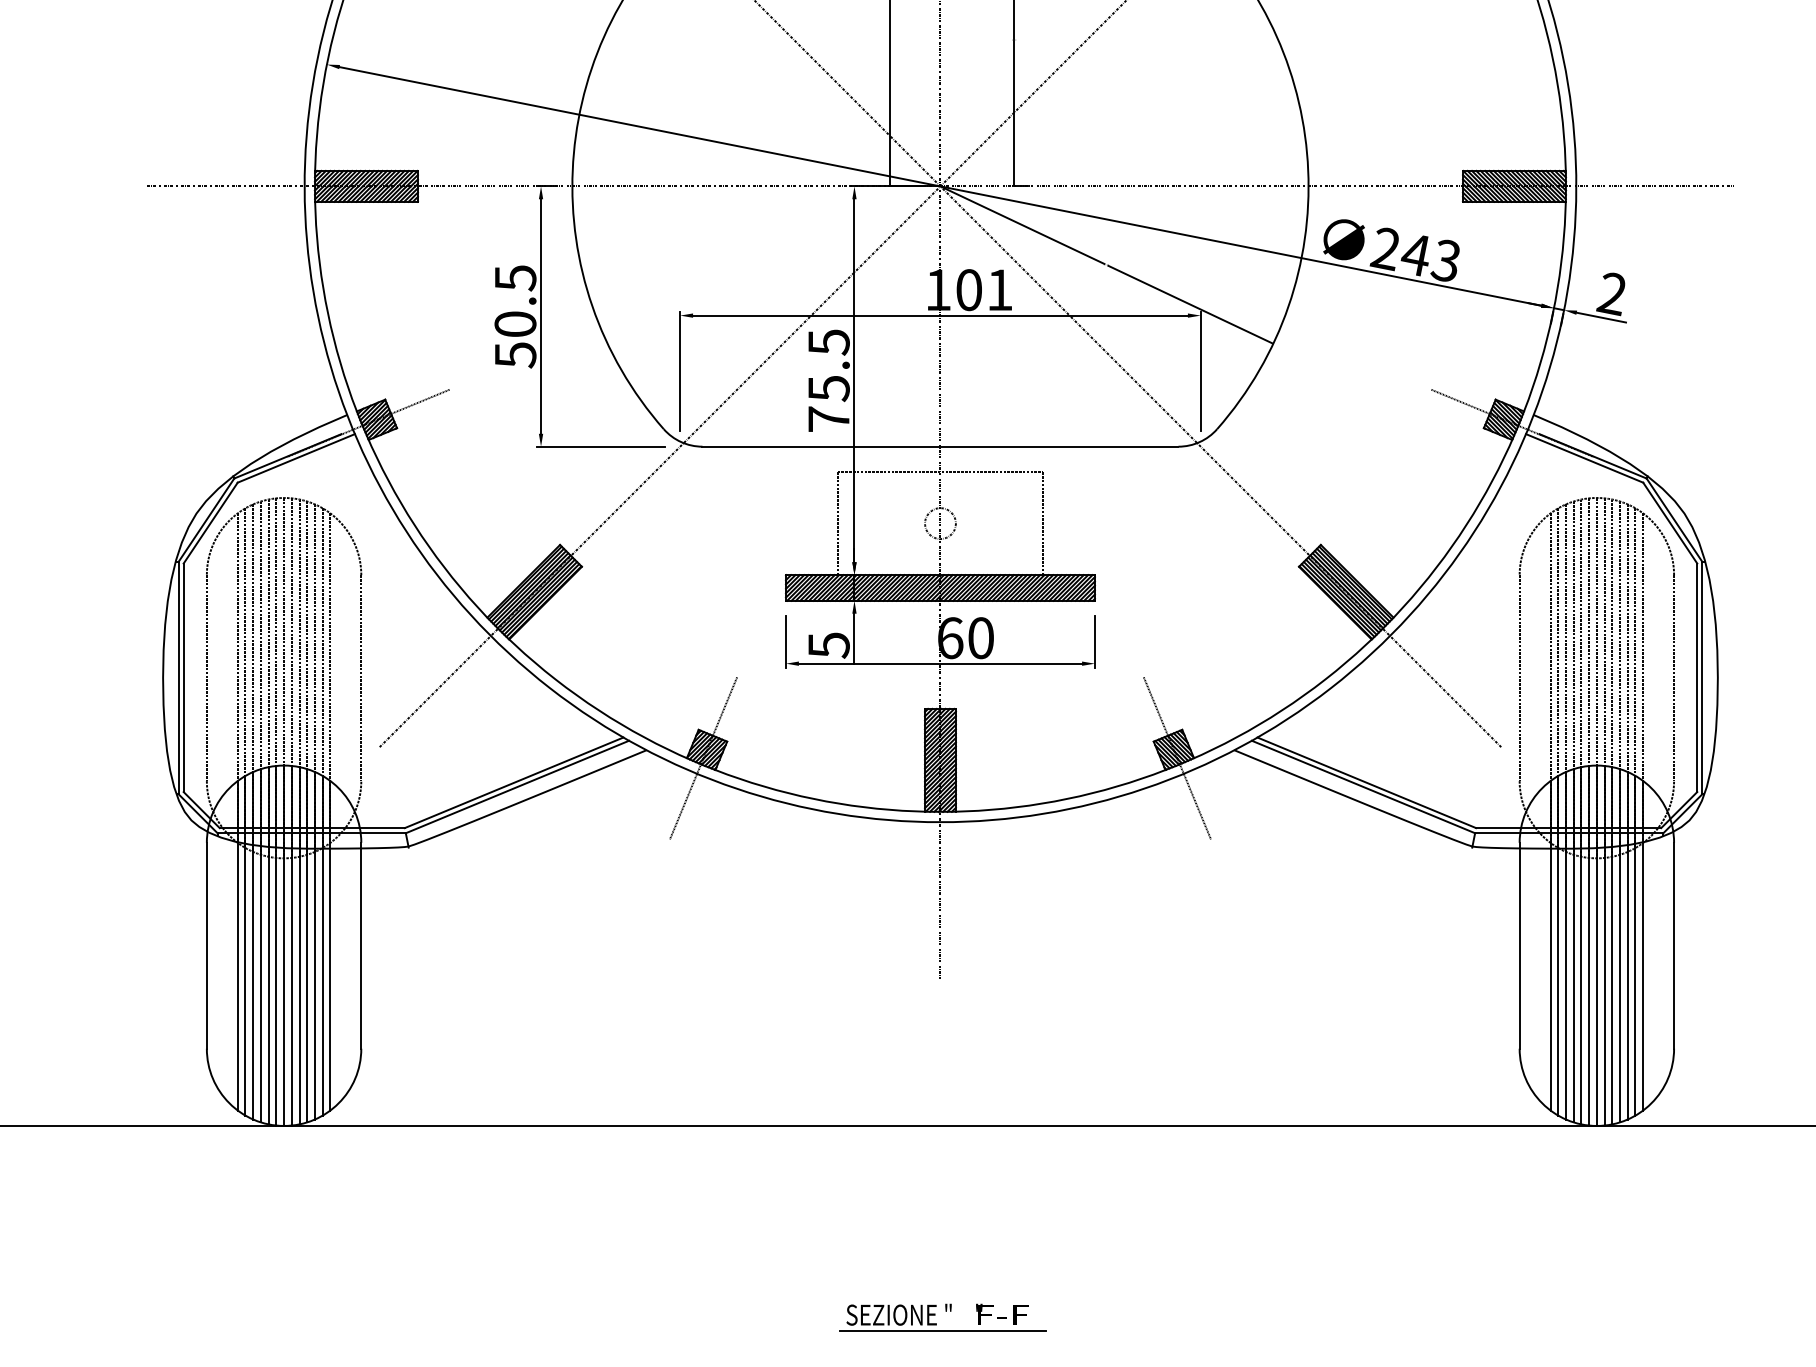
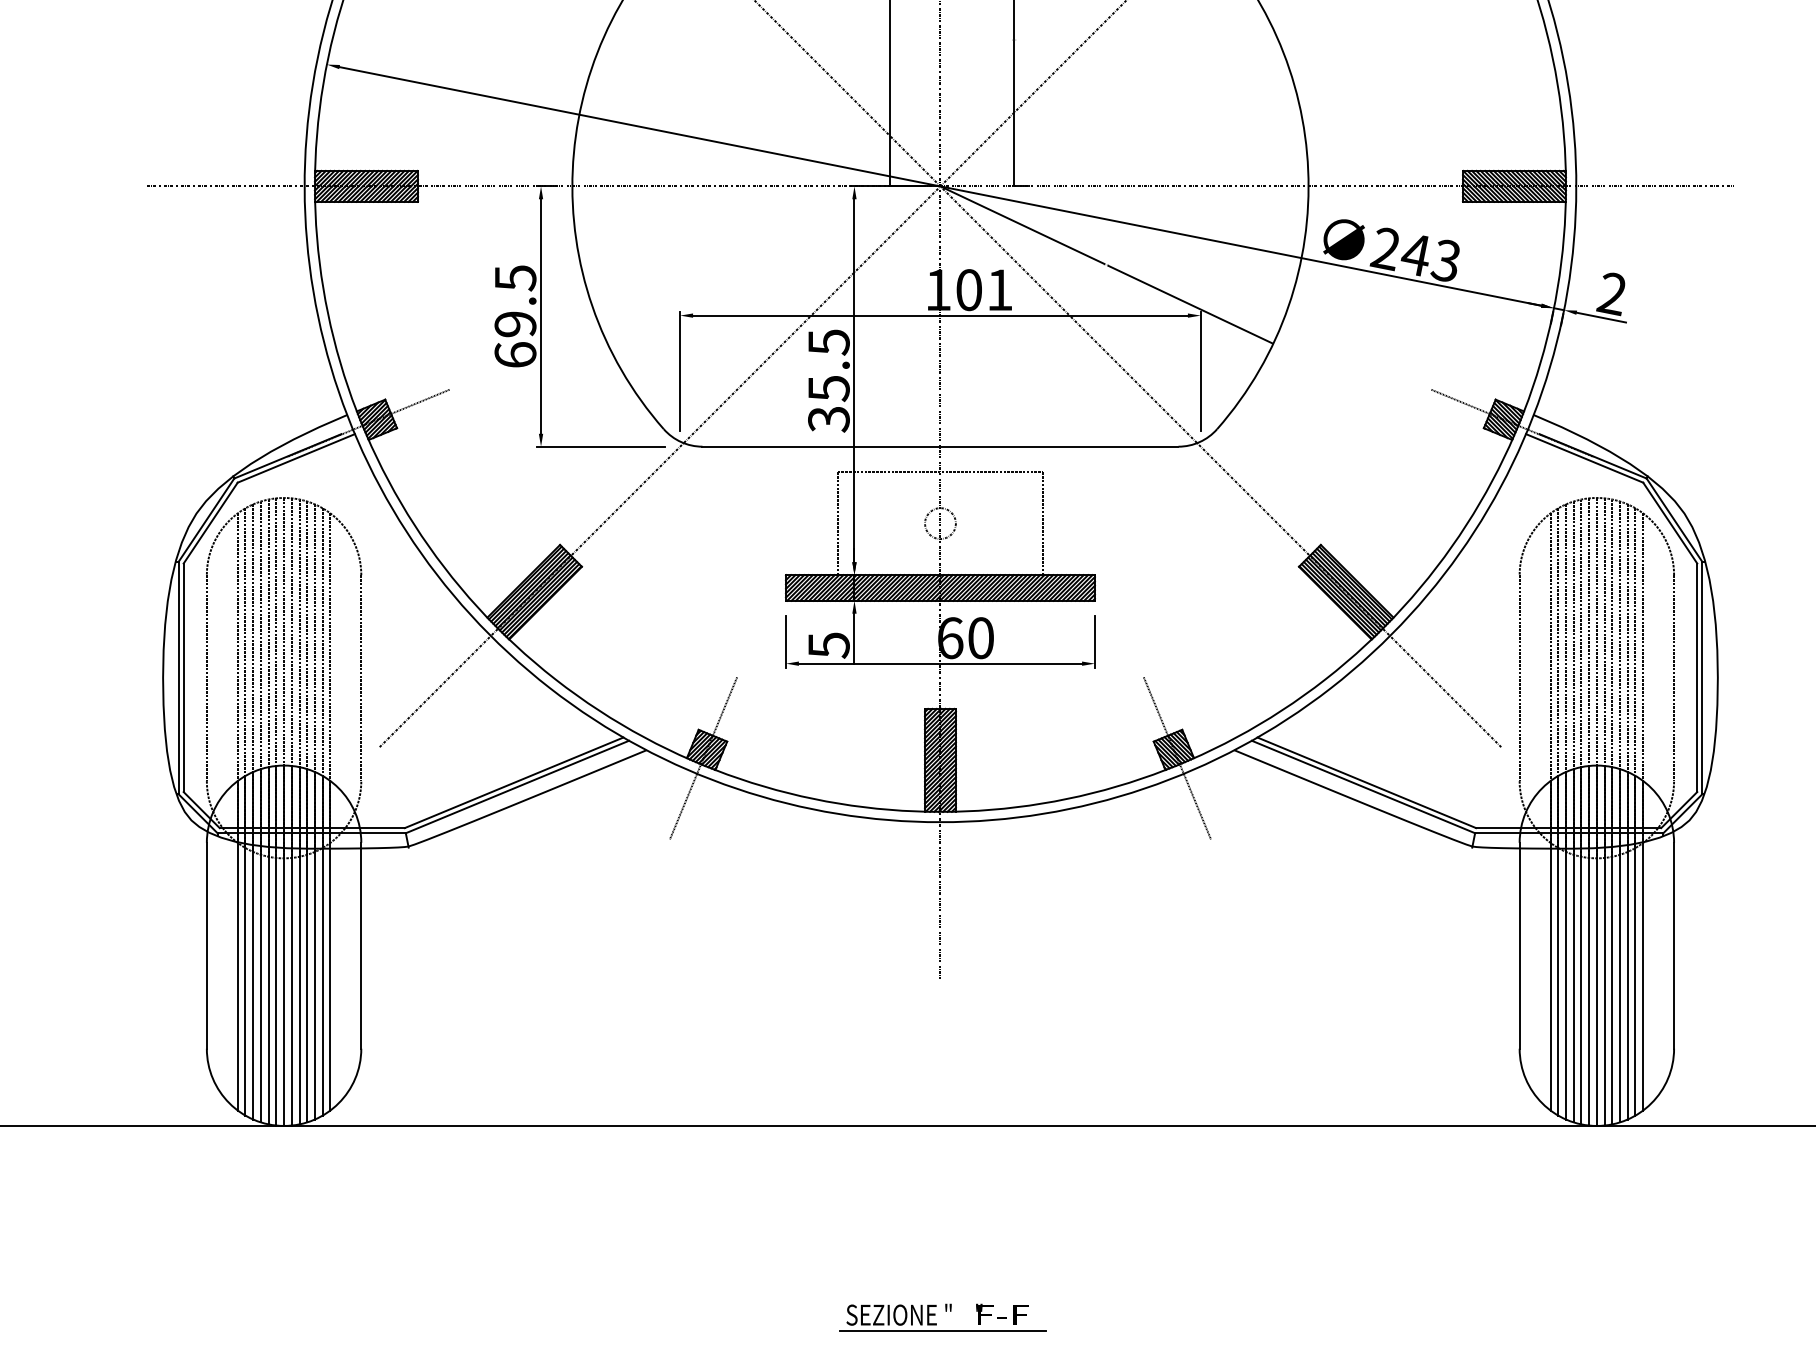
text at (515, 339): 50.5 -> 69.5
text at (828, 419): 75.5 -> 35.5
